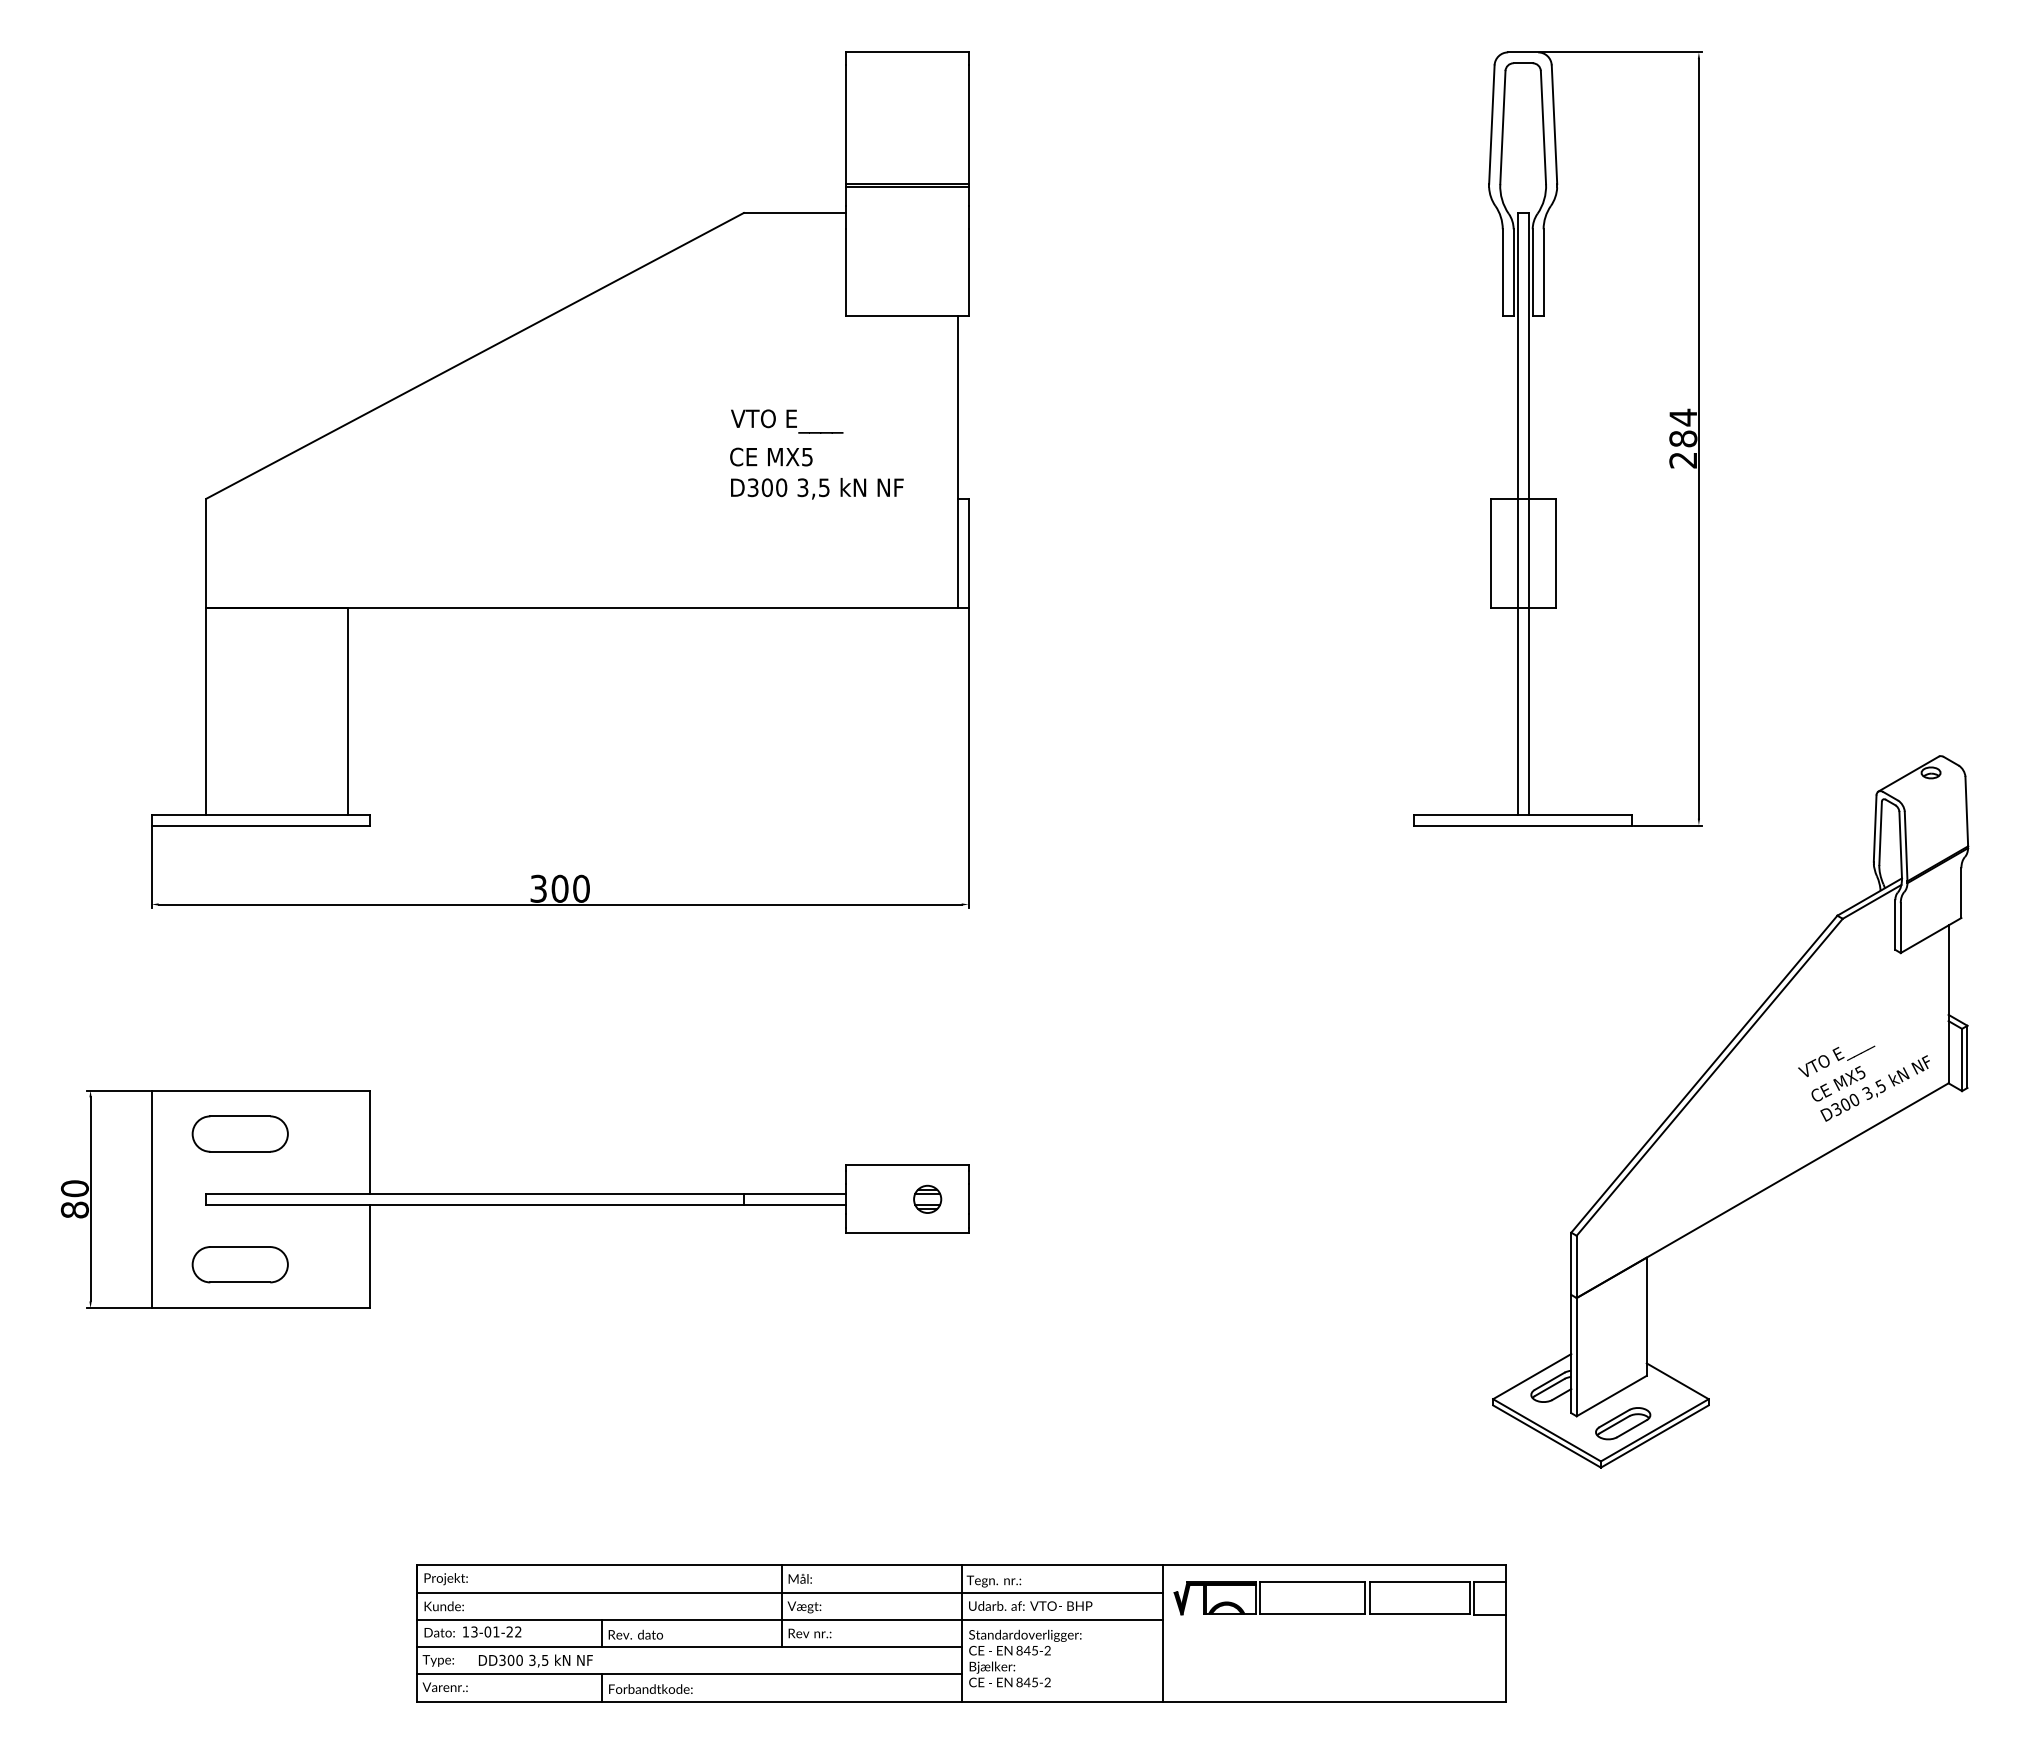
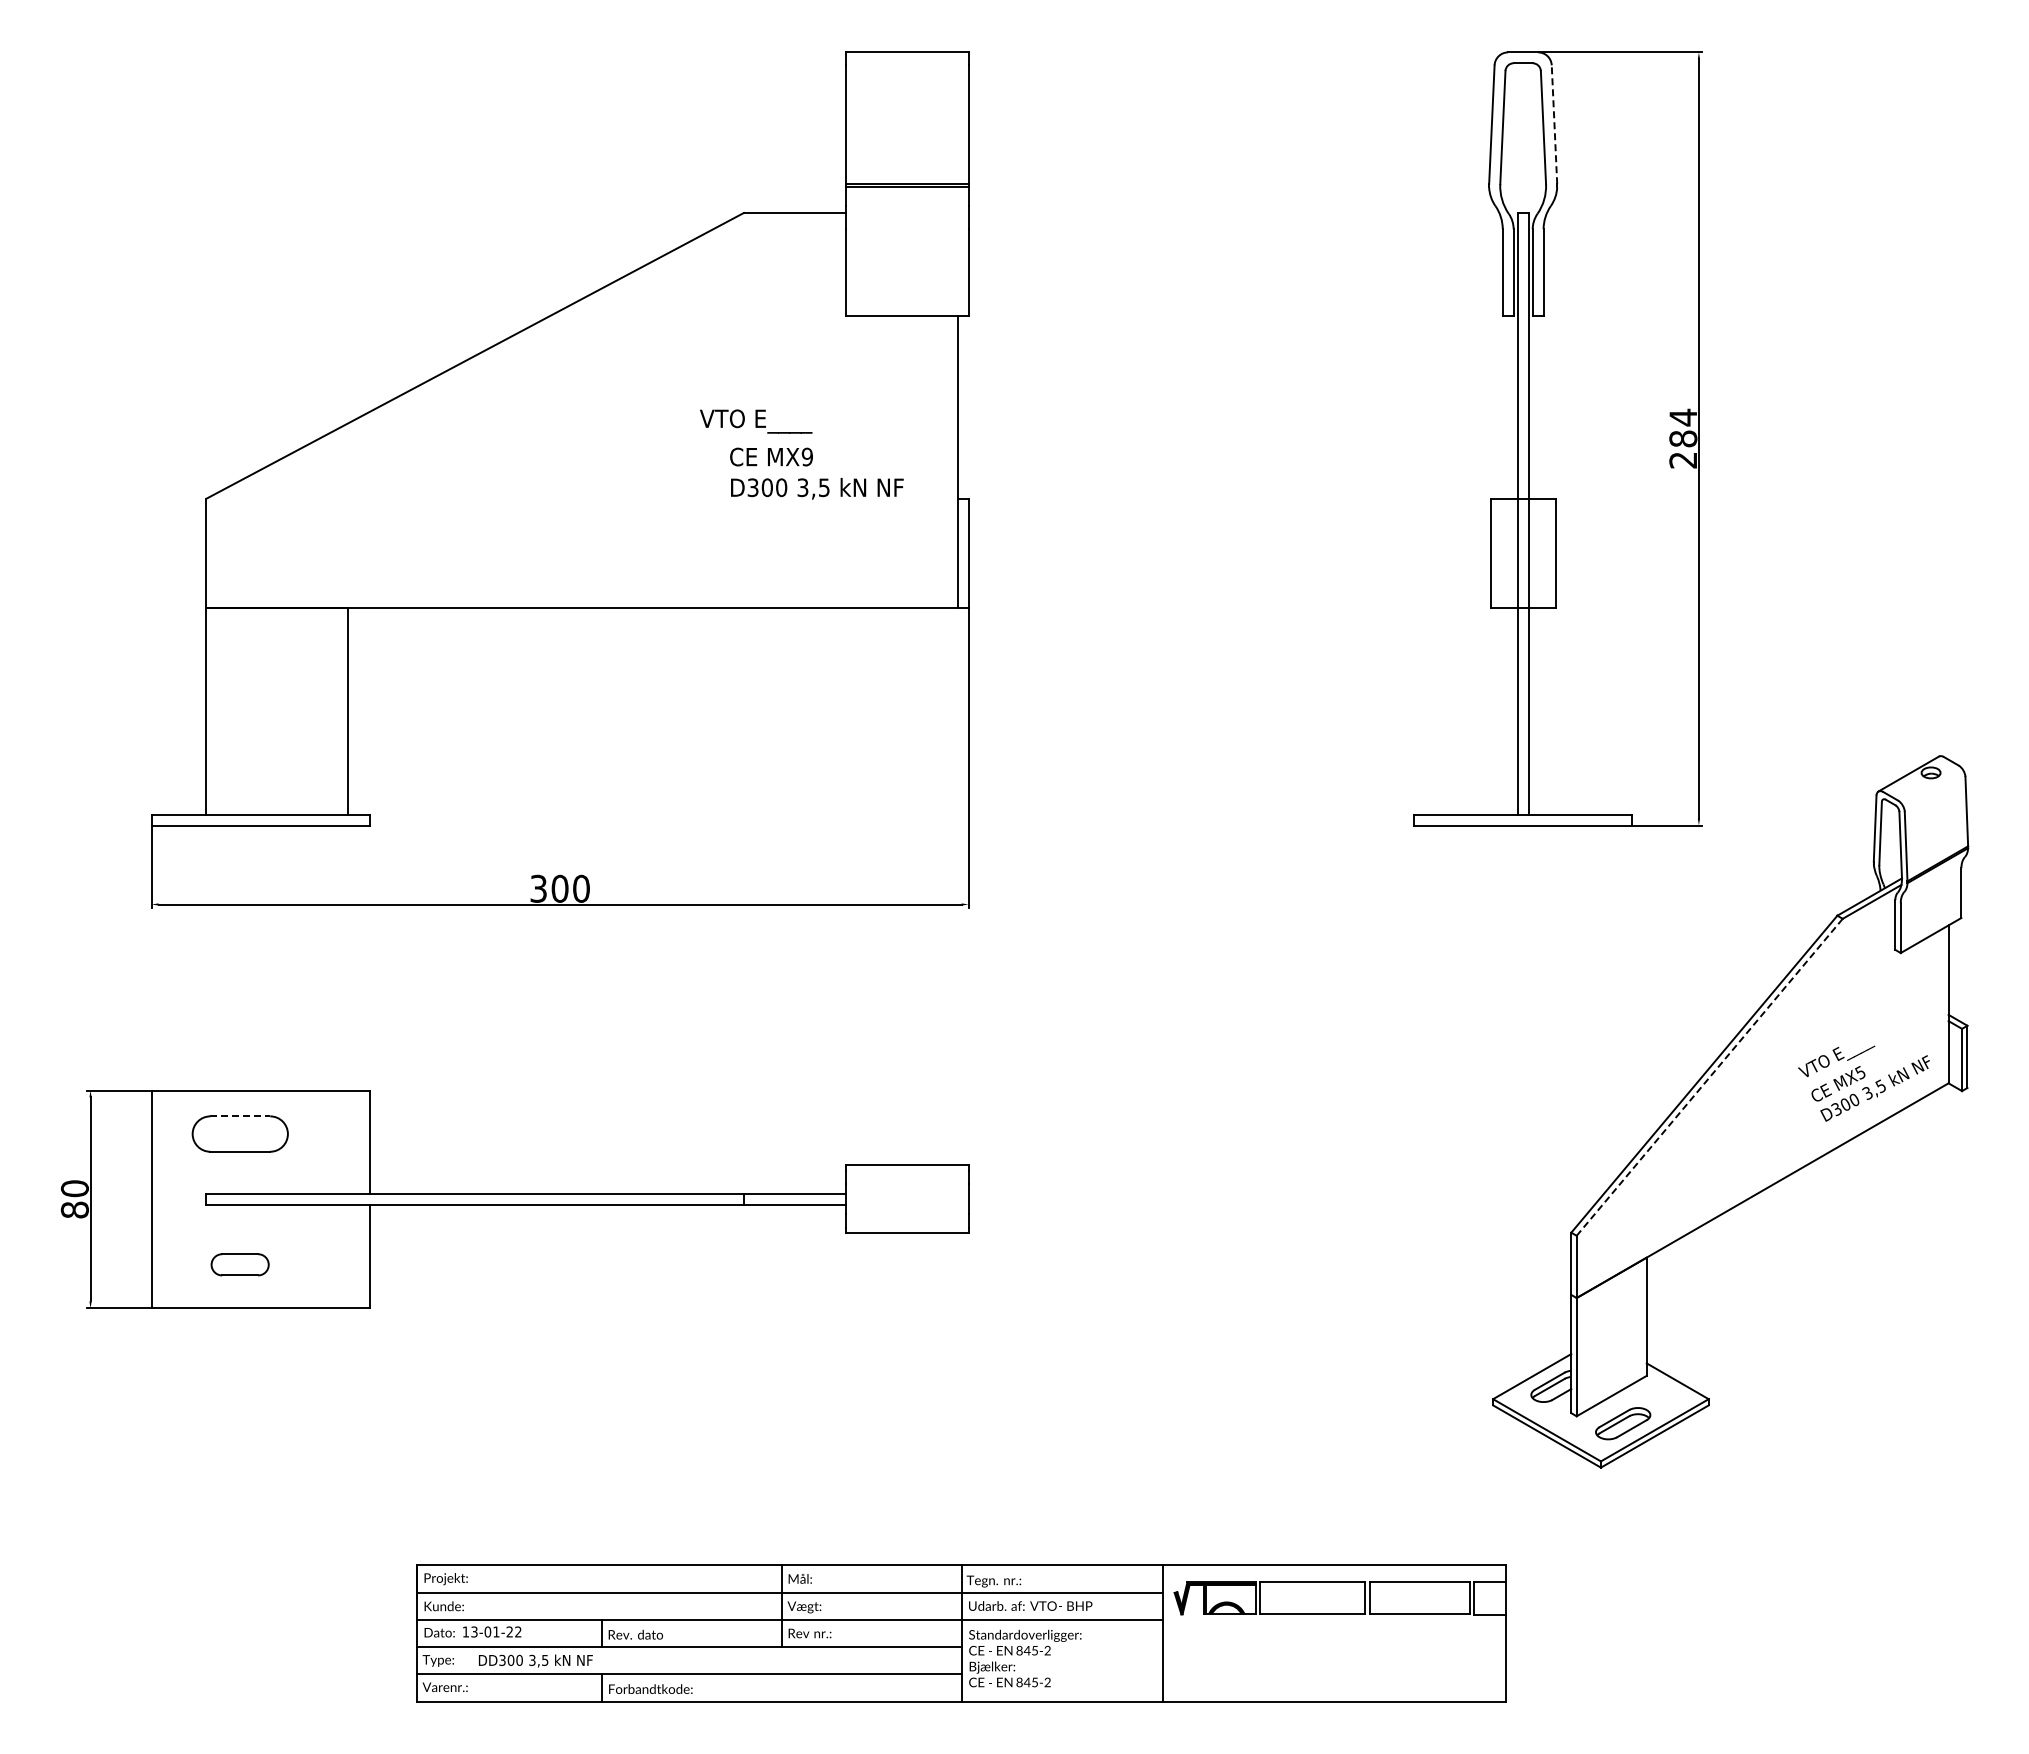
line at (1554, 124): solid -> dashed
text at (787, 421) position: (787, 421) -> (756, 421)
text at (806, 456): MX5 -> MX9
line at (1709, 1077): solid -> dashed
line at (240, 1116): solid -> dashed
part at (927, 1198): present -> none
part at (239, 1264) size: 98x38 px -> 60x24 px
